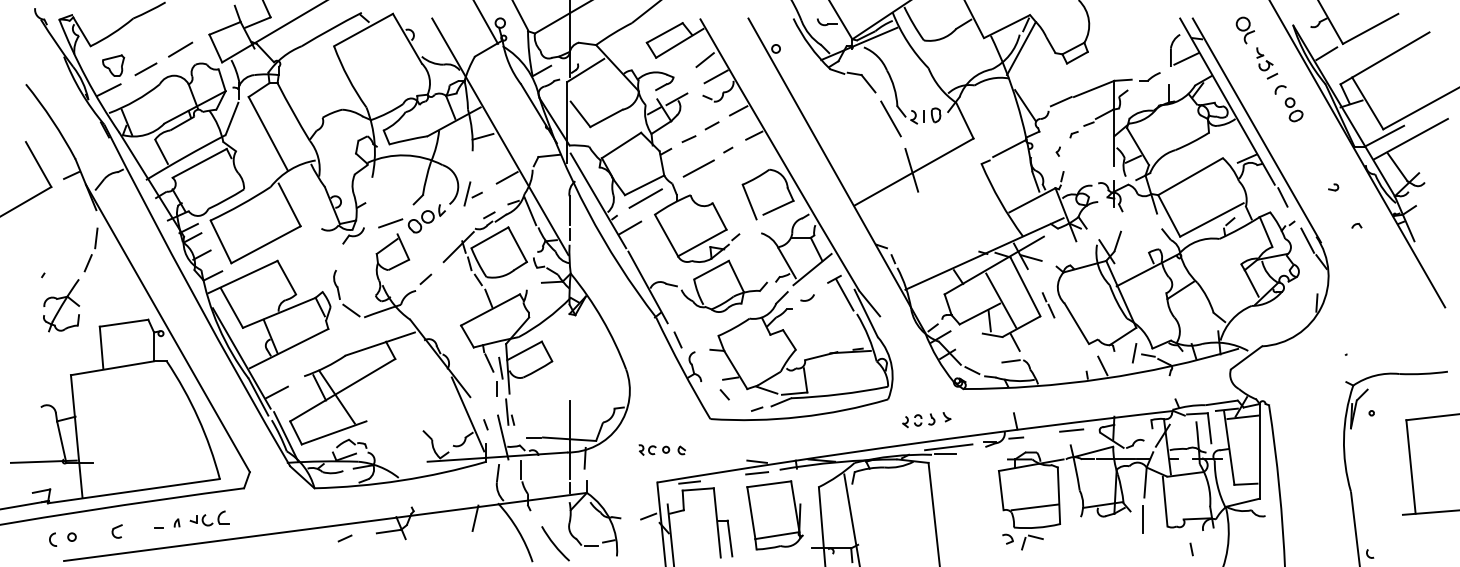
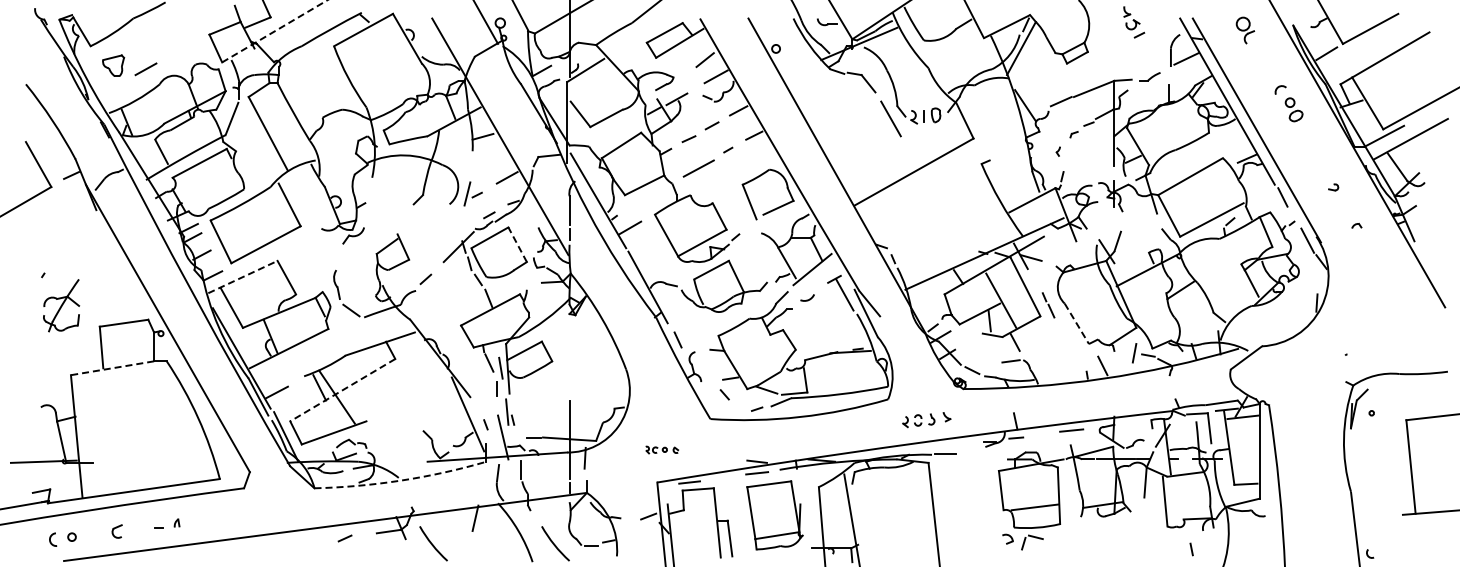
line at (275, 31): solid -> dashed
line at (180, 49): present -> none
part at (1267, 63) position: (1267, 63) -> (1134, 22)
line at (108, 89): present -> none
line at (1009, 148): present -> none
line at (911, 169): present -> none
line at (645, 198): present -> none
line at (530, 211): present -> none
part at (411, 218): present -> none
line at (517, 244): solid -> dashed
part at (90, 249): present -> none
line at (243, 276): solid -> dashed
line at (1076, 323): solid -> dashed
line at (112, 368): solid -> dashed
line at (342, 390): solid -> dashed
line at (948, 447): present -> none
part at (661, 449) size: 48x12 px -> 34x10 px
arc at (401, 480): solid -> dashed
part at (209, 518): present -> none
line at (1143, 519): present -> none
arc at (432, 543): none -> present
